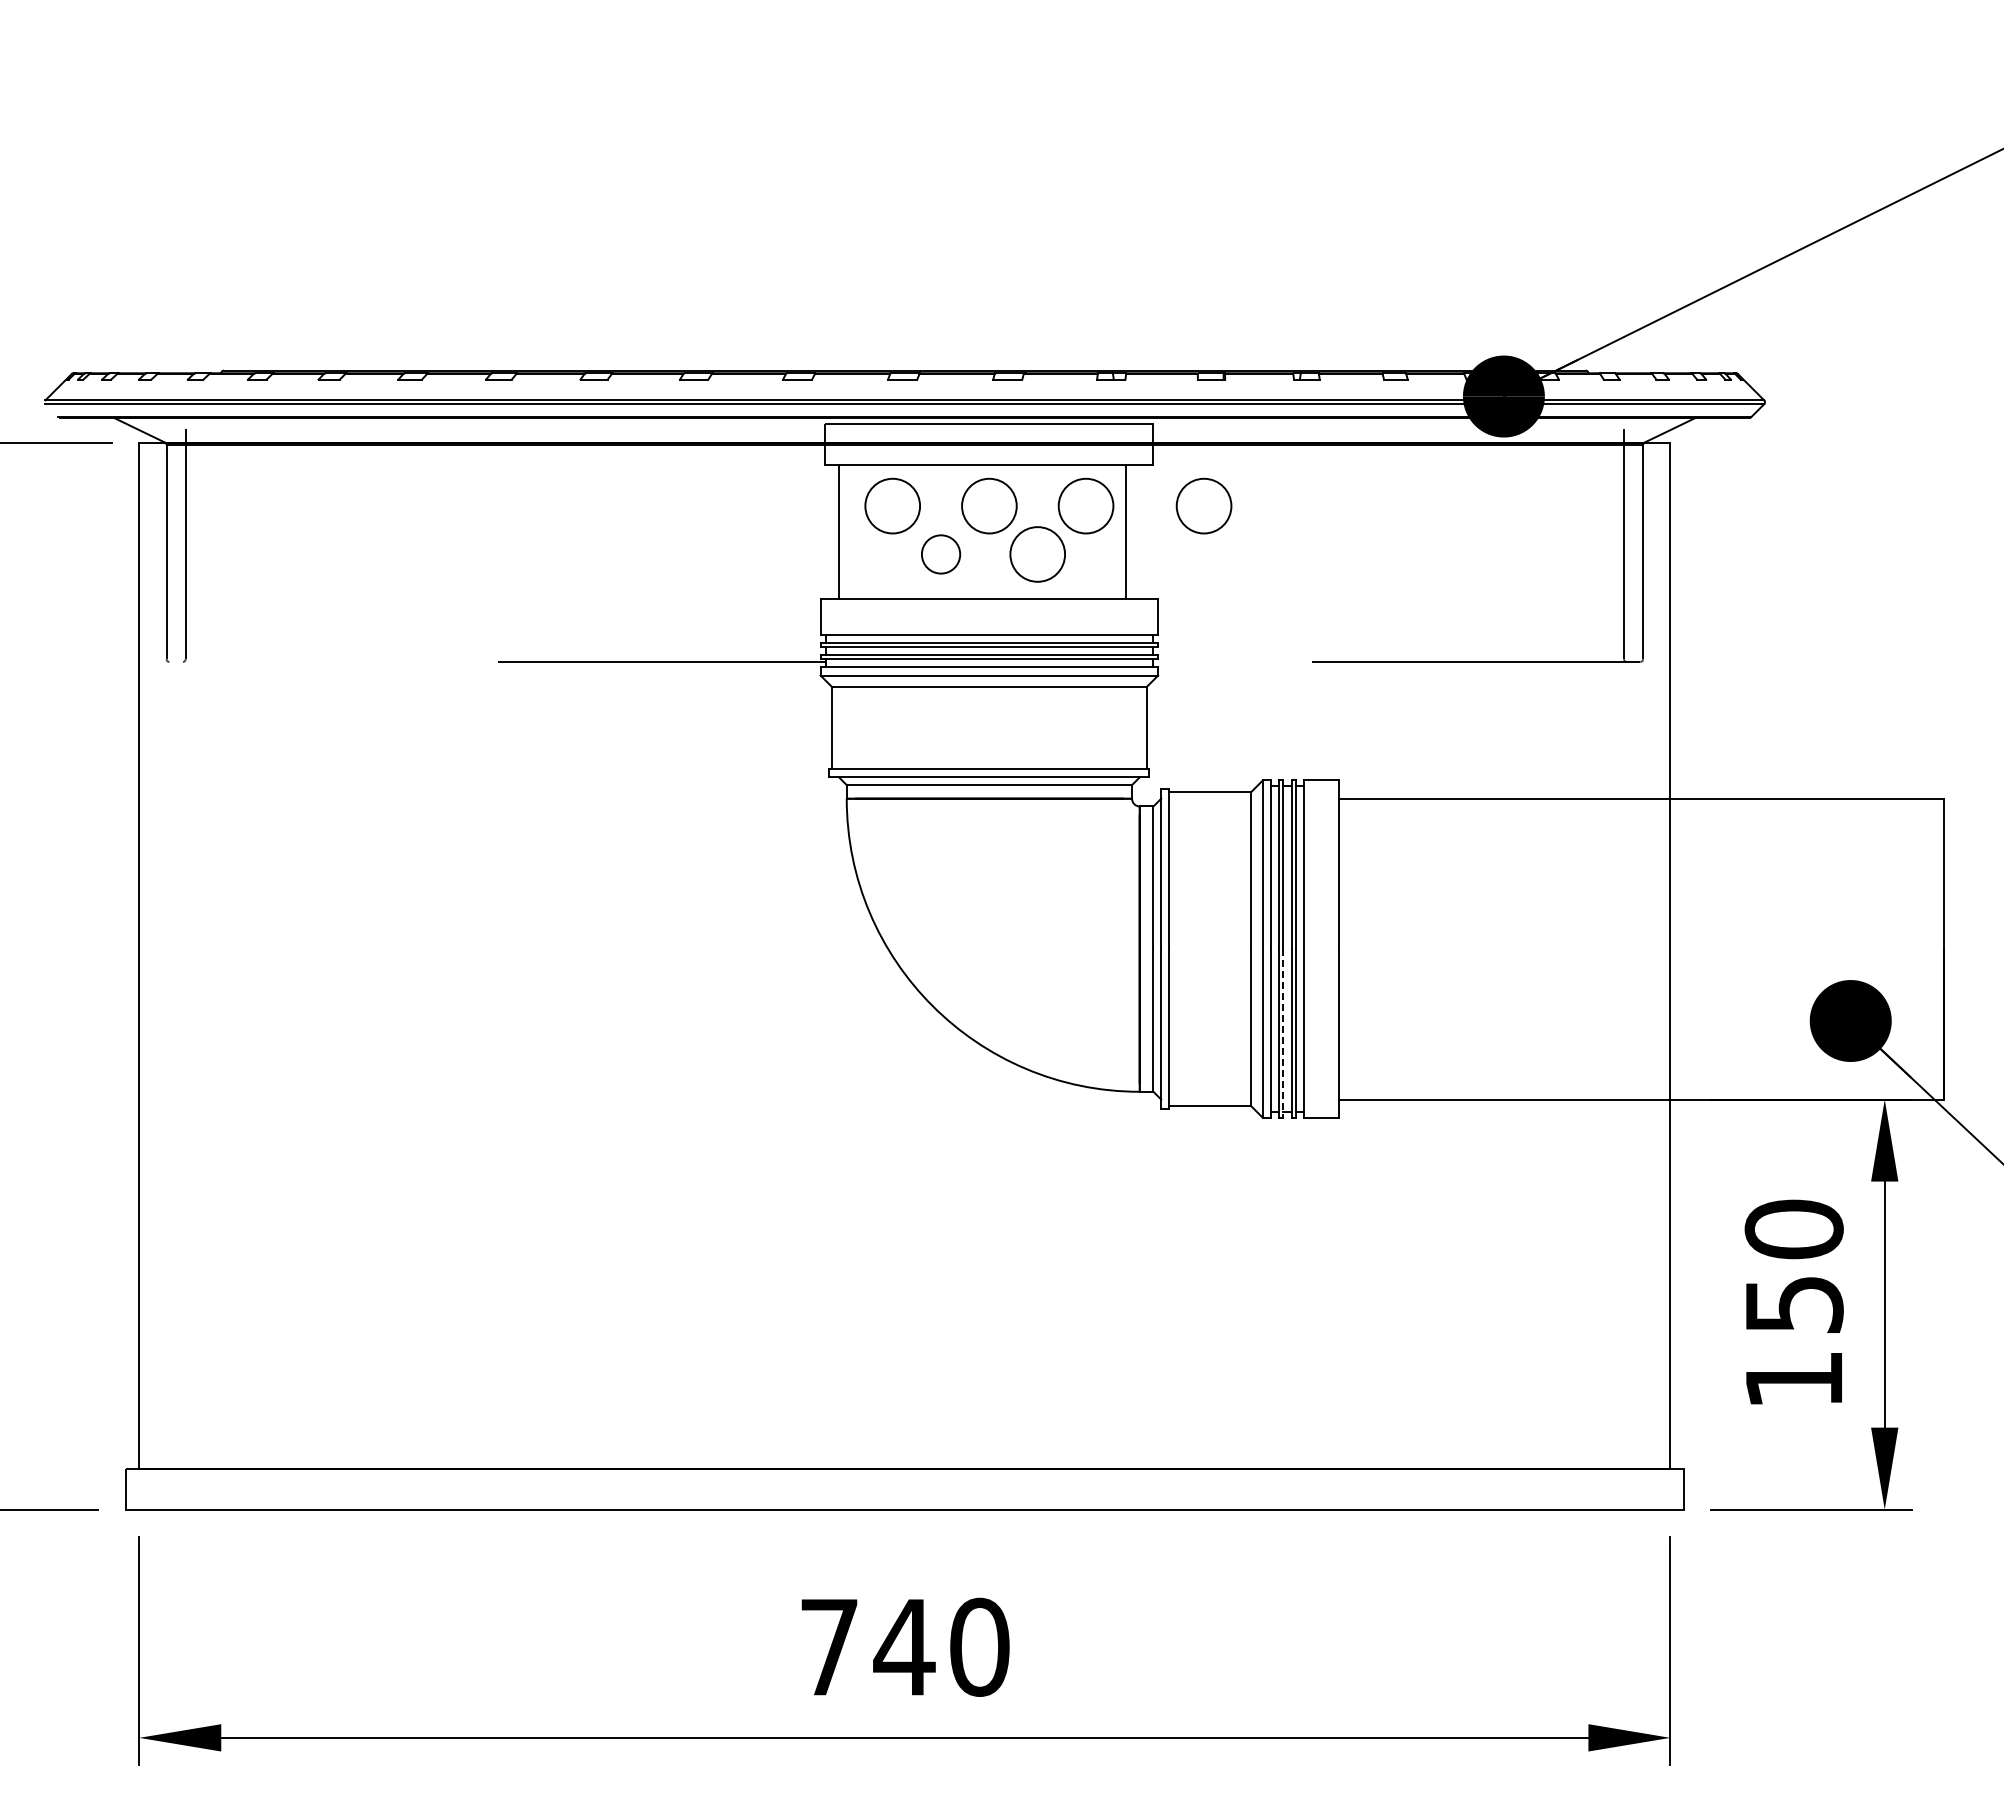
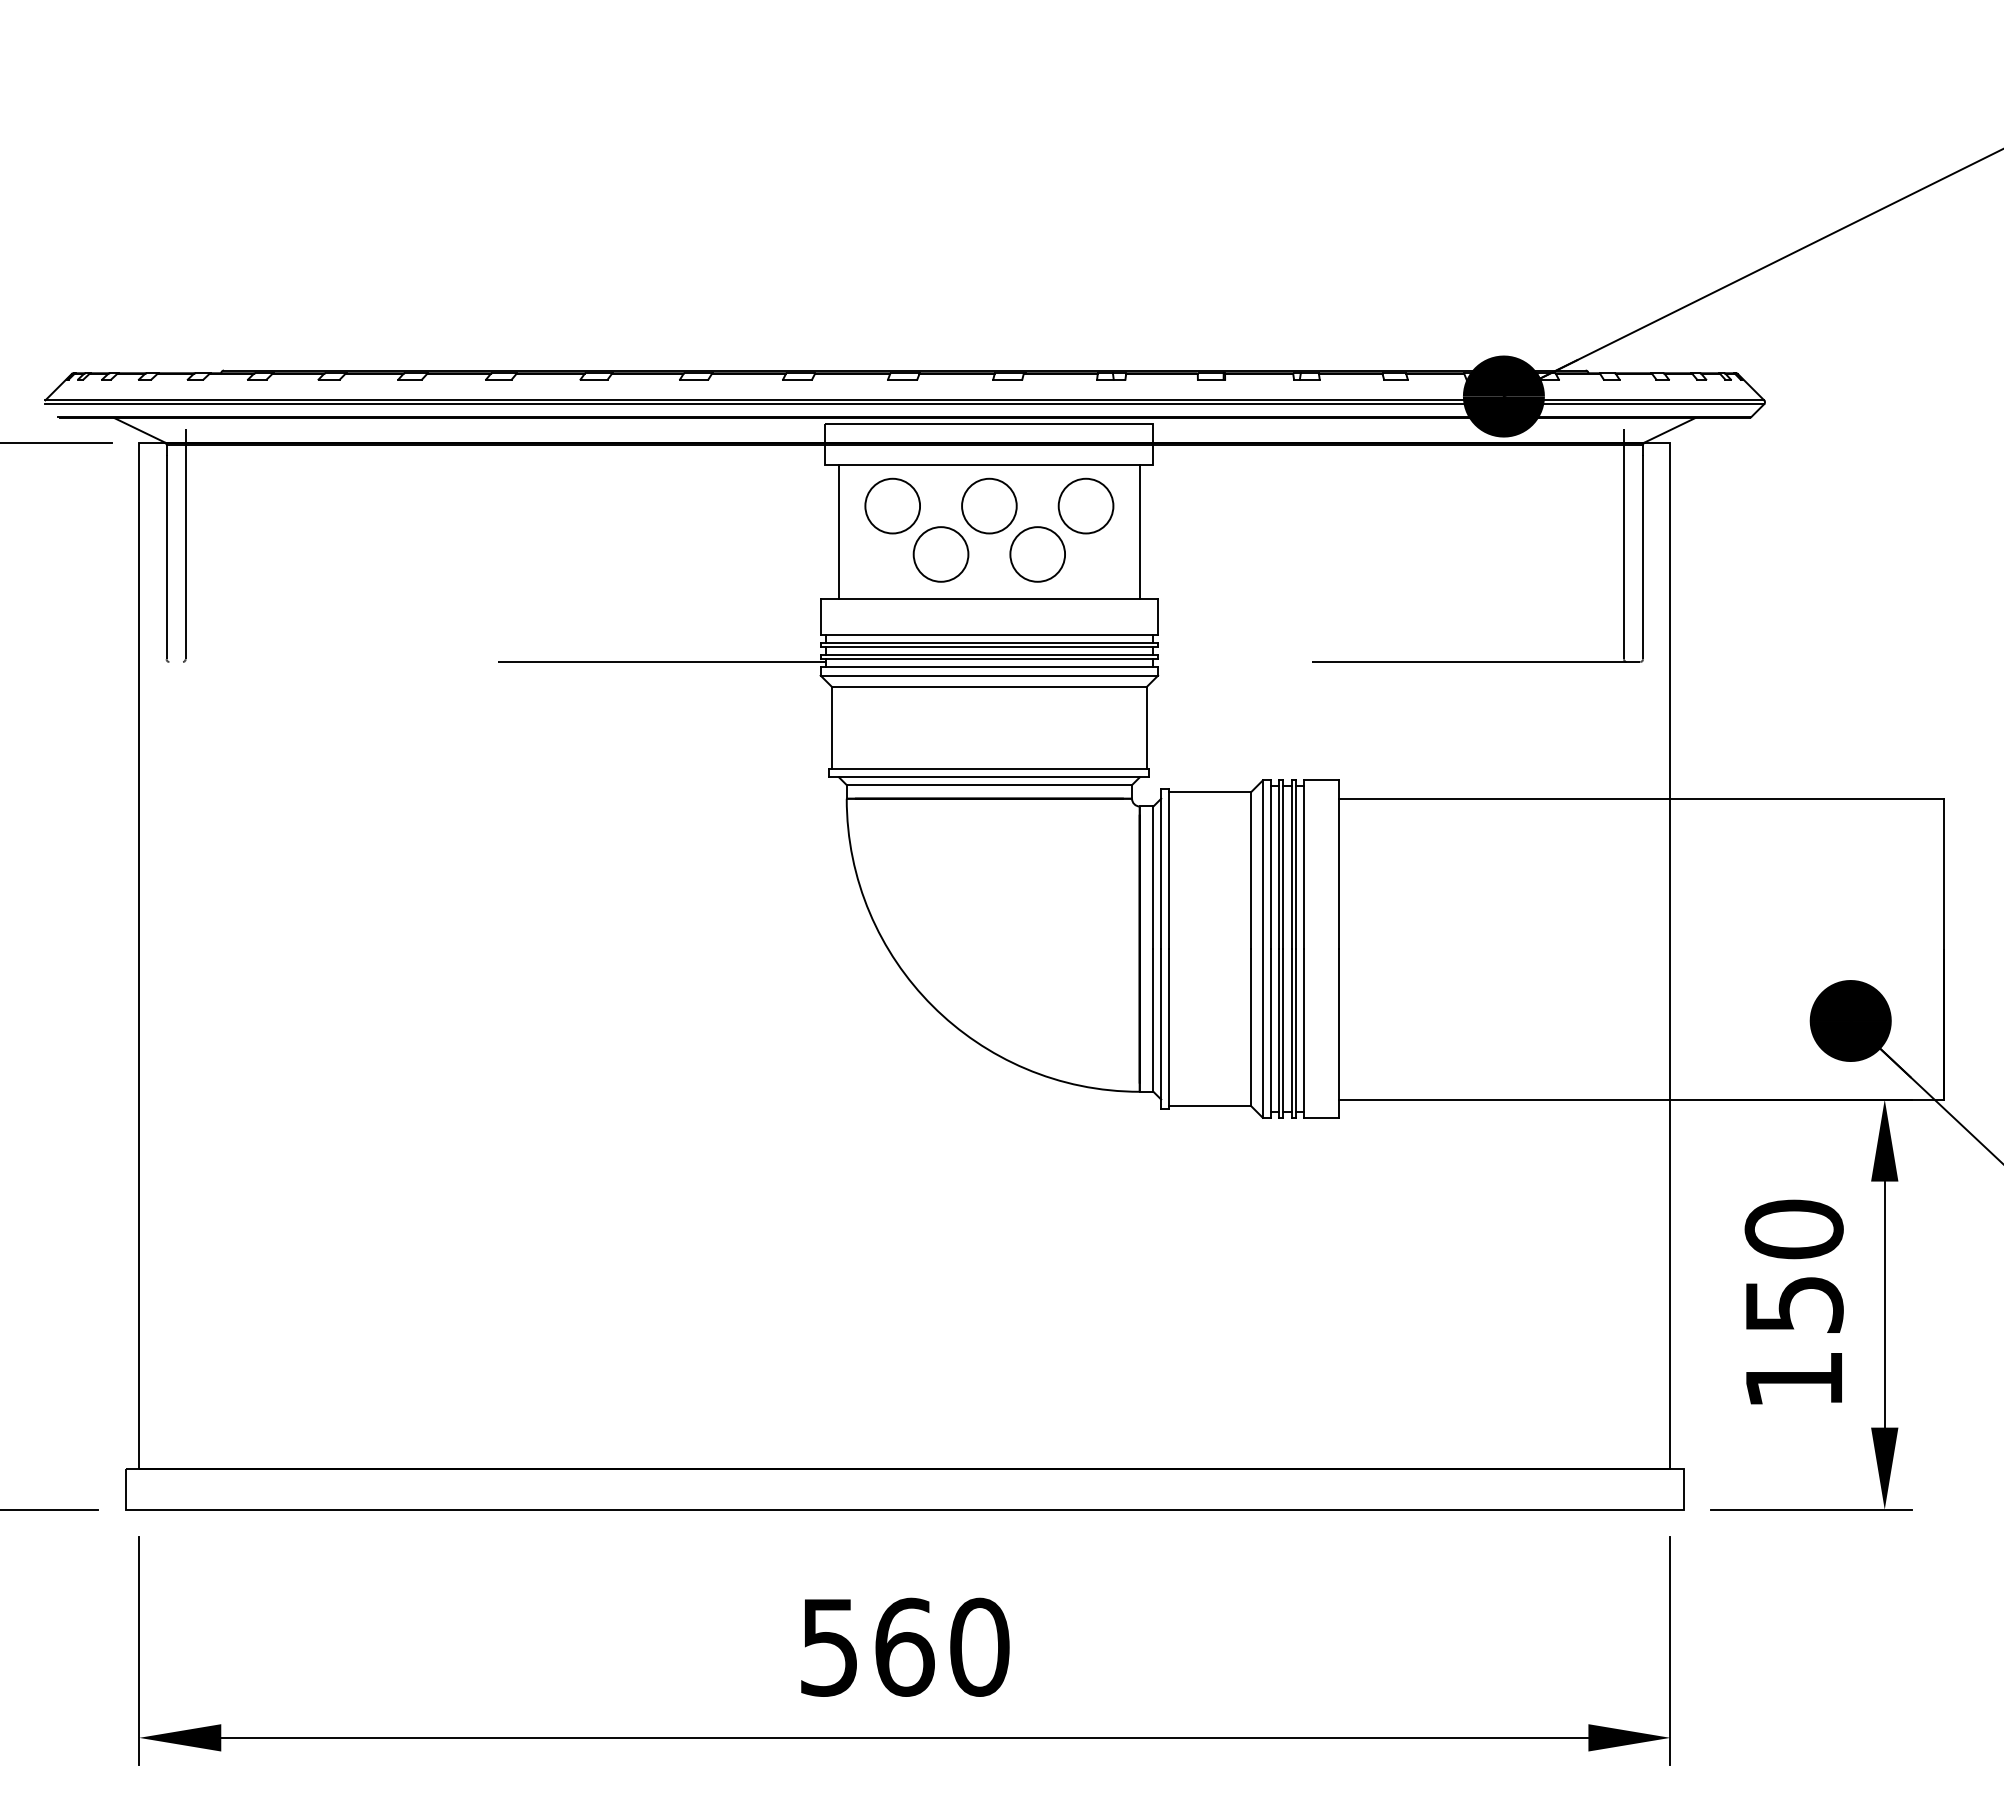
circle at (1203, 505): present -> none
line at (1125, 532) position: (1125, 532) -> (1139, 532)
circle at (940, 554) diameter: 38 px -> 55 px
line at (1283, 1034): dashed -> solid
text at (868, 1646): 740 -> 560
